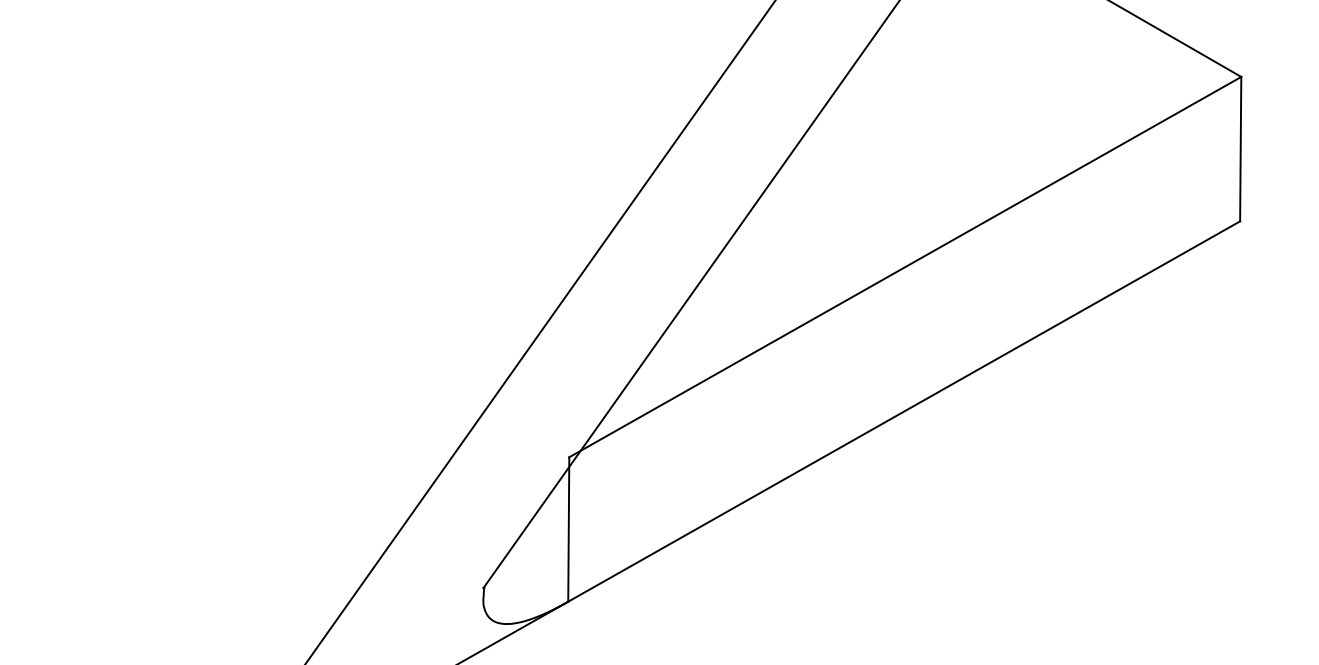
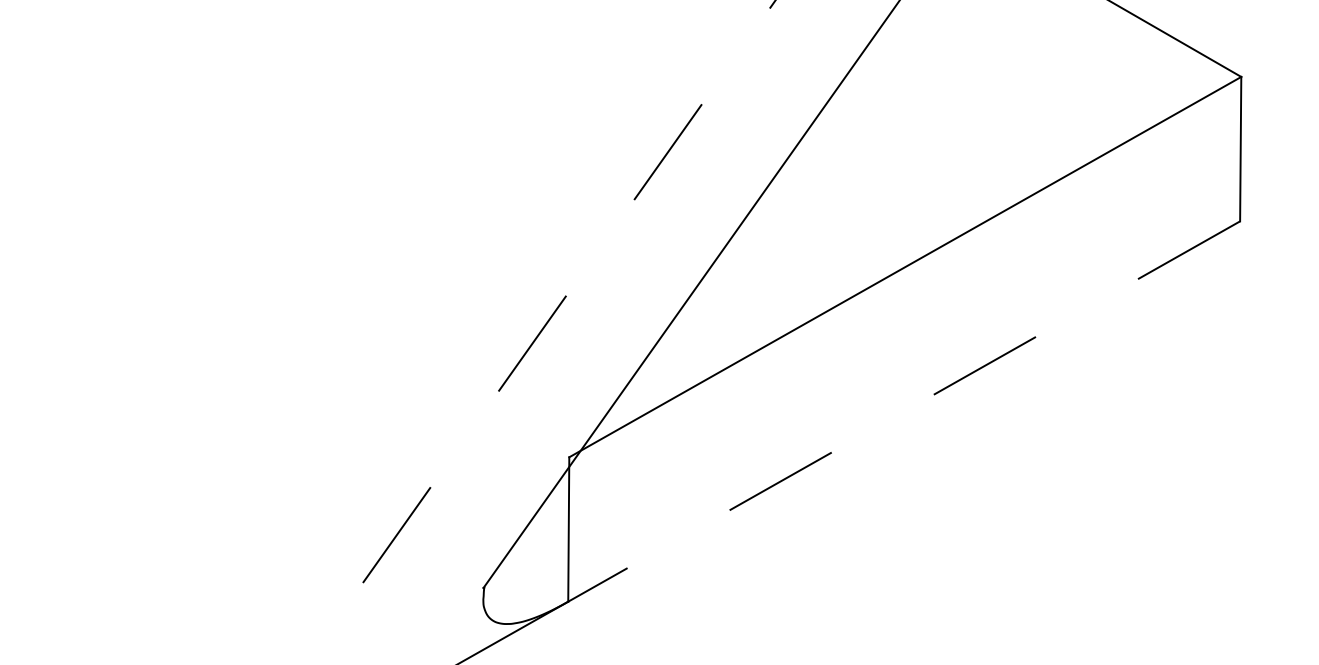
line at (540, 332): solid -> dashed
line at (903, 411): solid -> dashed
